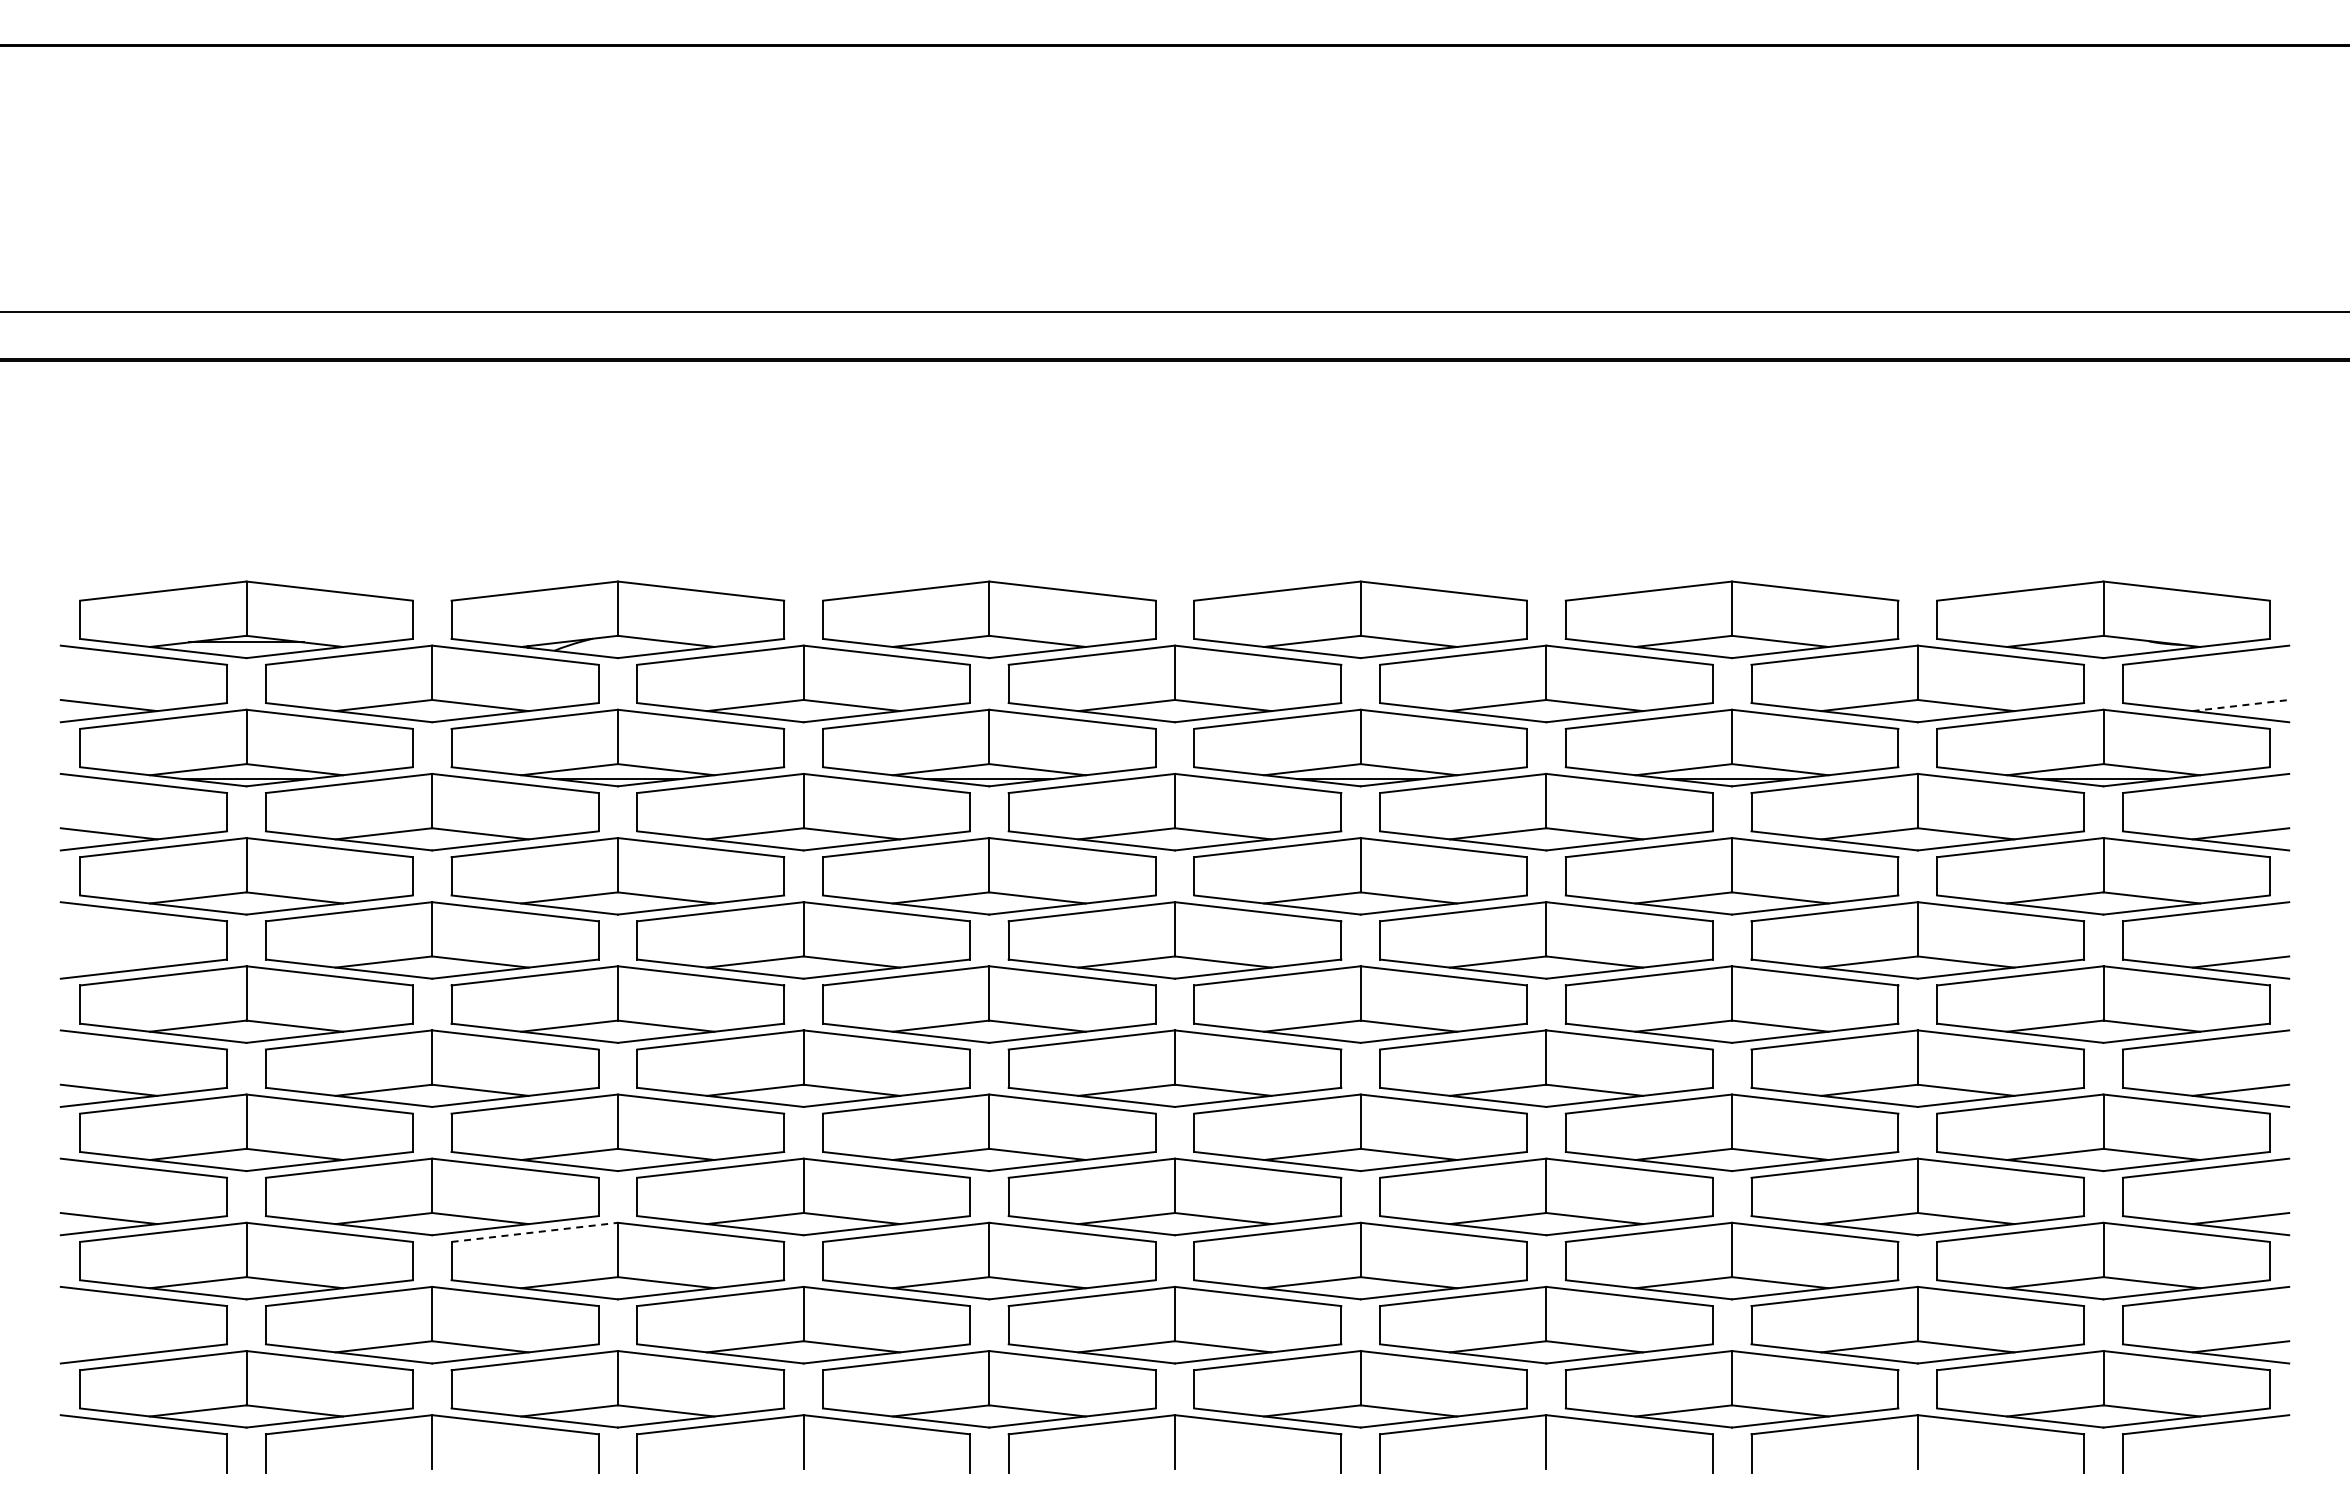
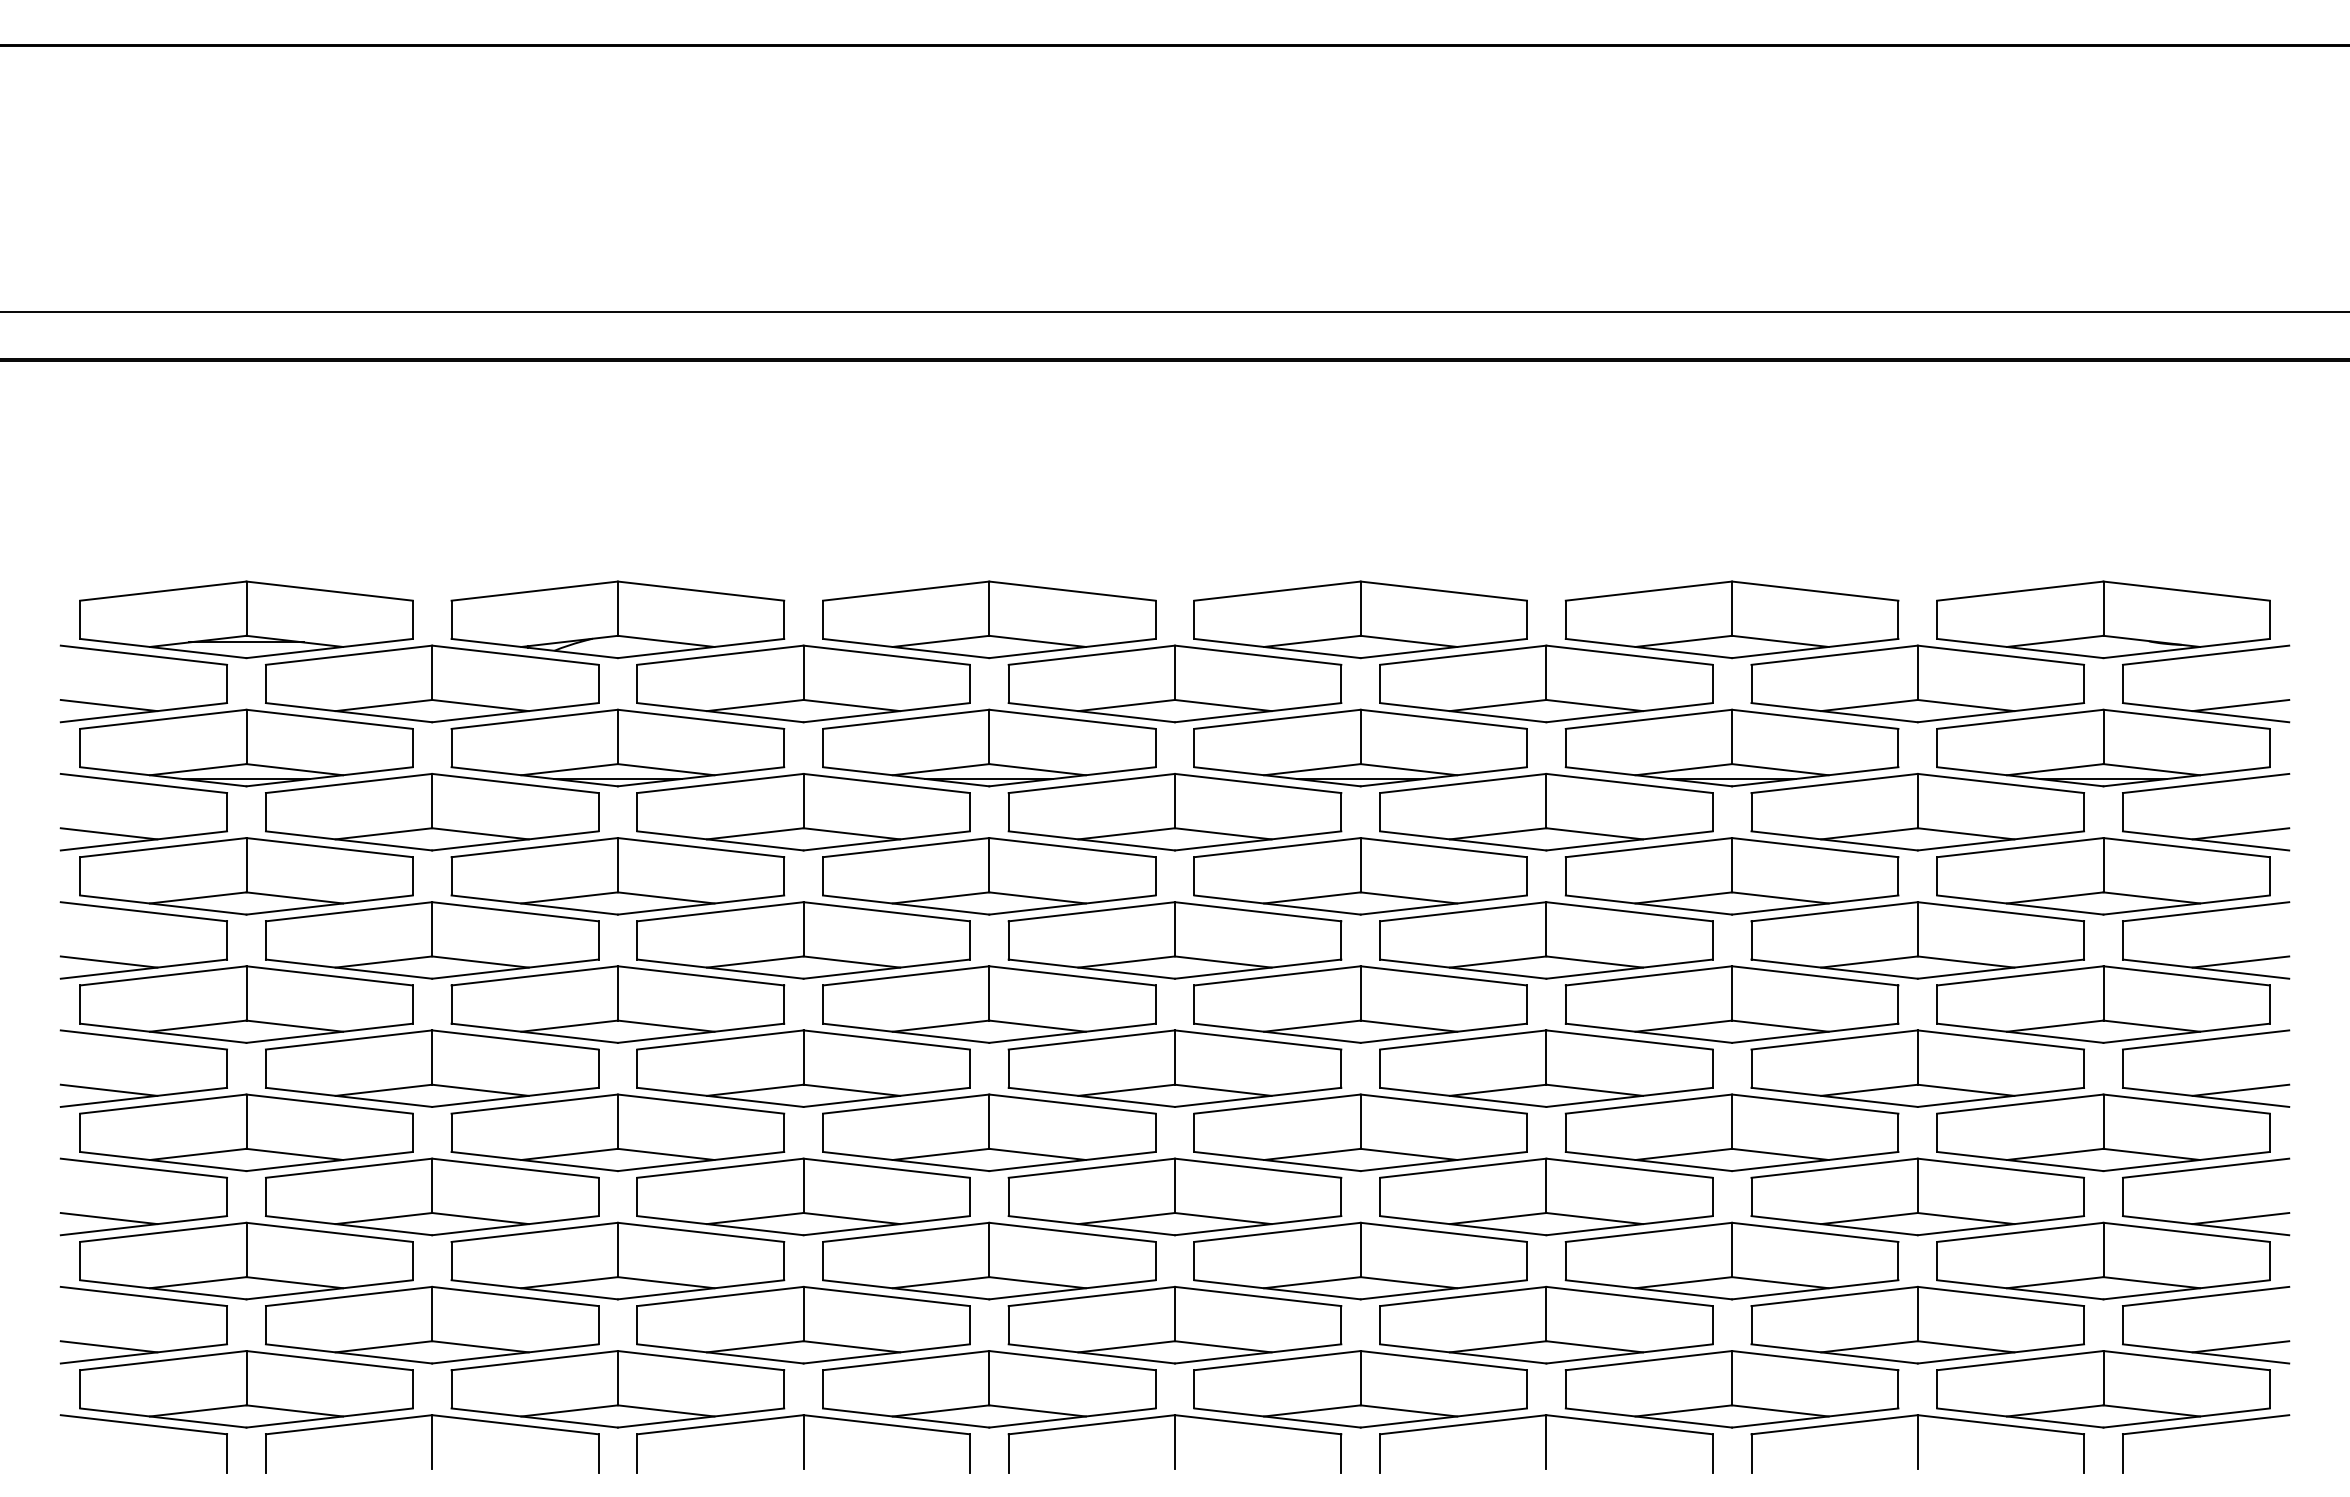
line at (2240, 705): dashed -> solid
line at (108, 961): none -> present
line at (534, 1232): dashed -> solid
line at (108, 1346): none -> present
